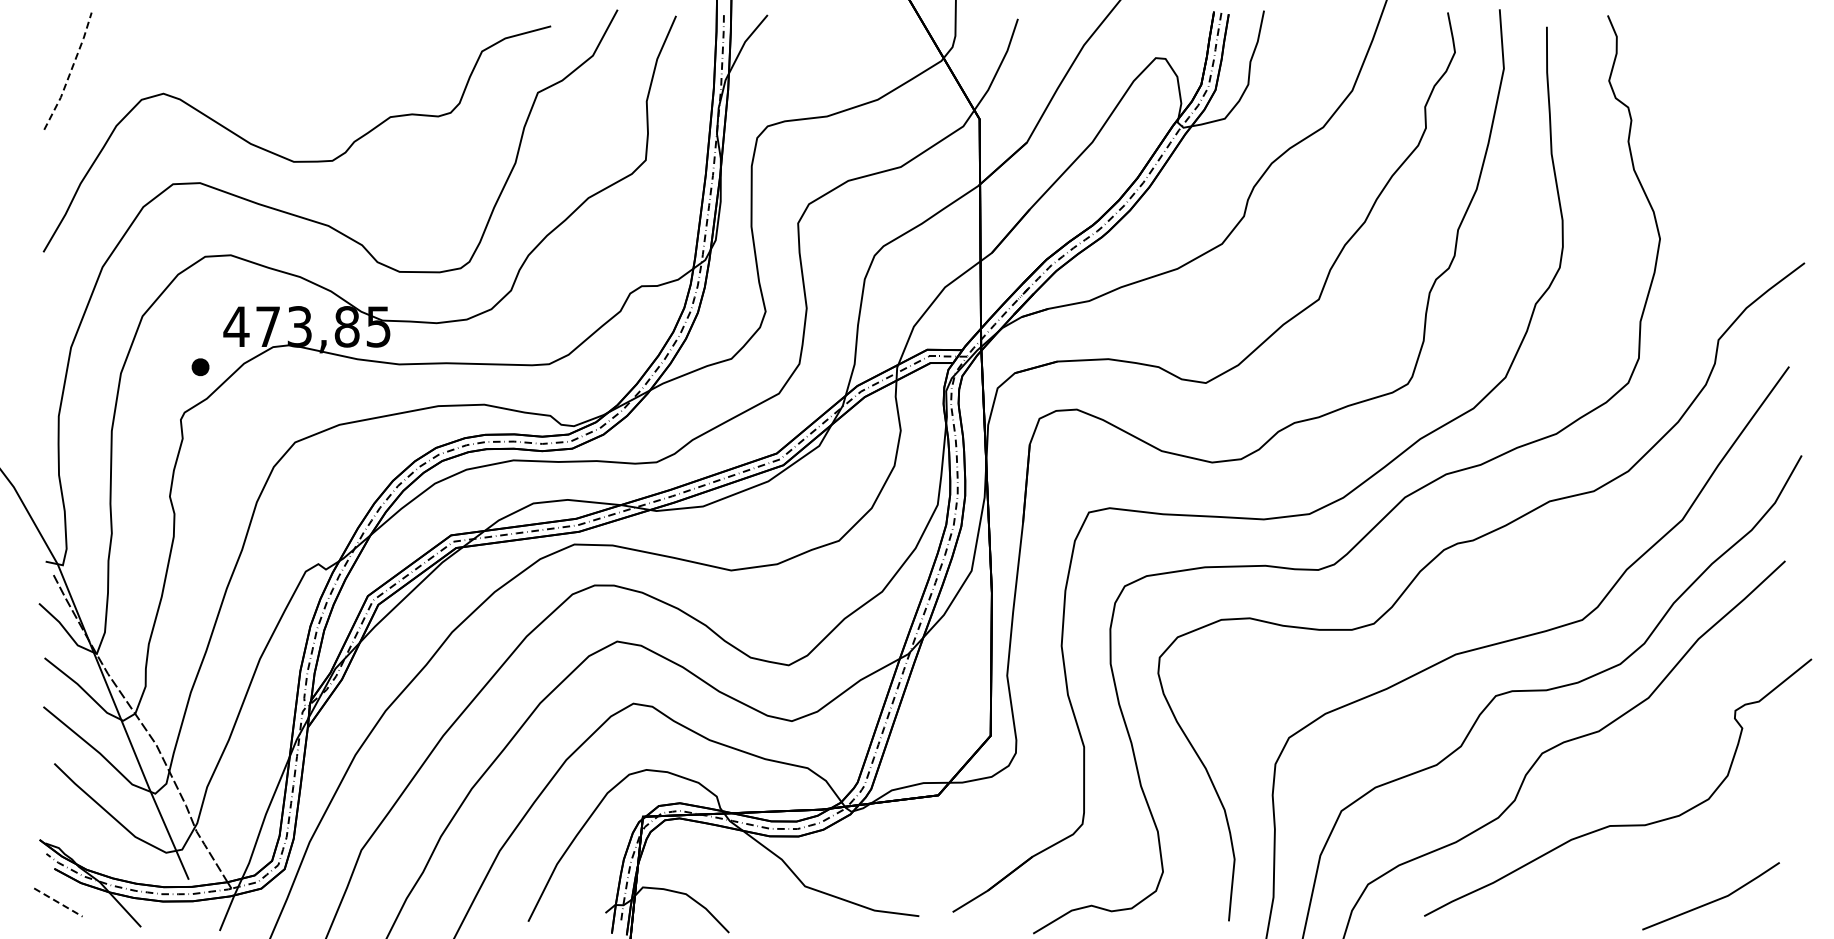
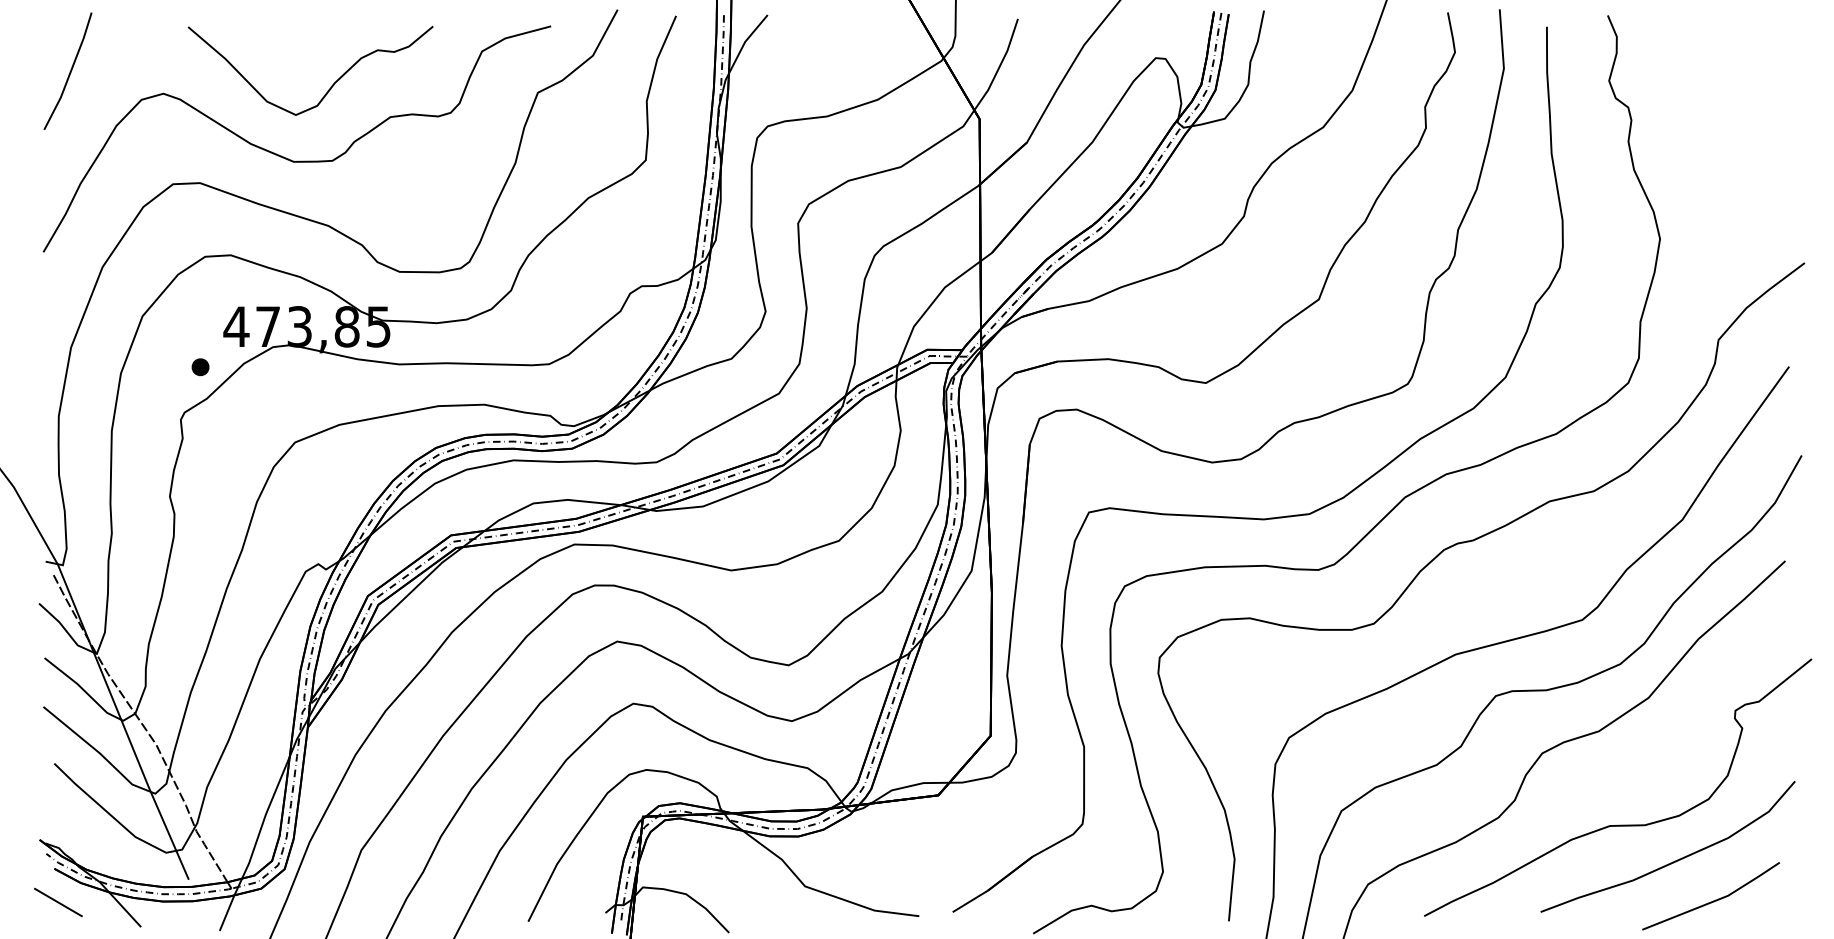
line at (70, 72): dashed -> solid
curve at (331, 85): none -> present
curve at (1672, 861): none -> present
line at (58, 902): dashed -> solid
